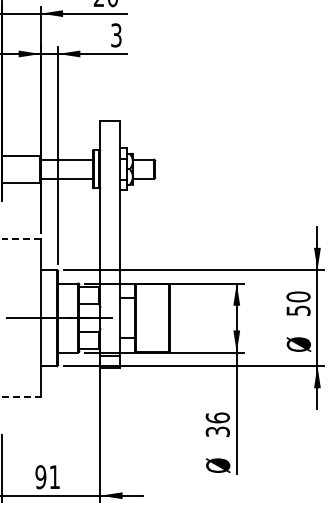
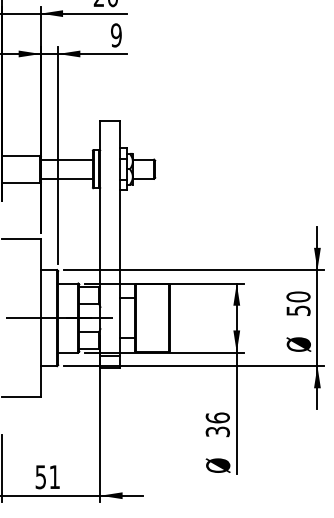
text at (116, 35): 3 -> 9
line at (21, 239): dashed -> solid
line at (22, 396): dashed -> solid
text at (40, 476): 91 -> 51
